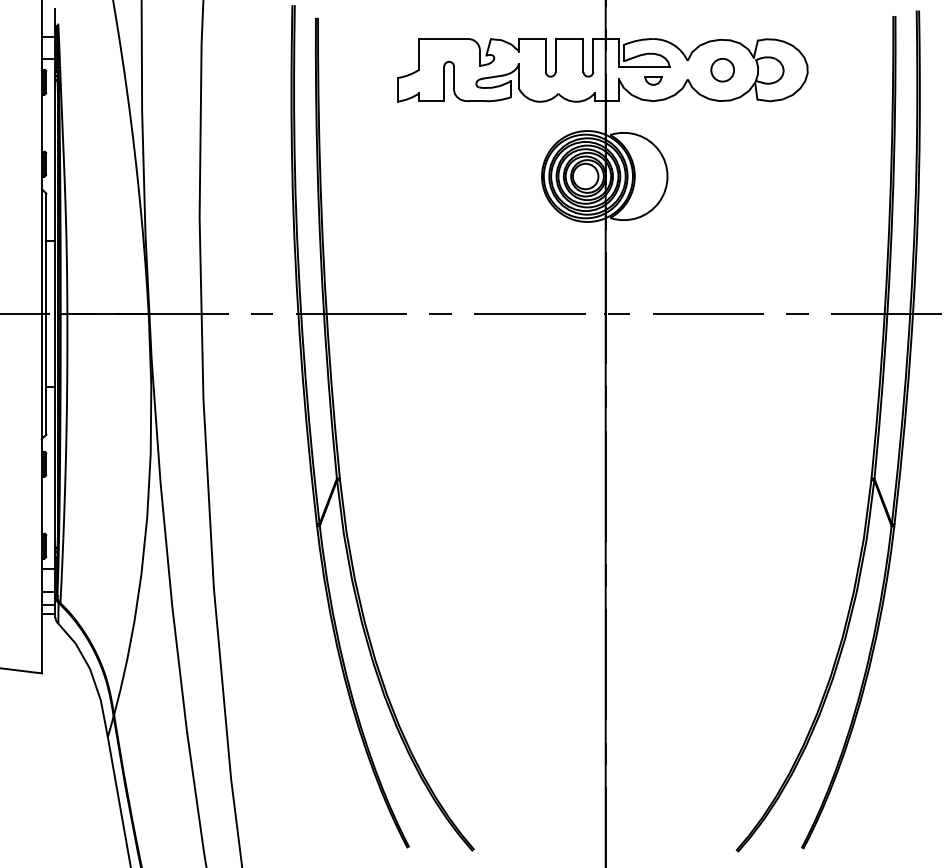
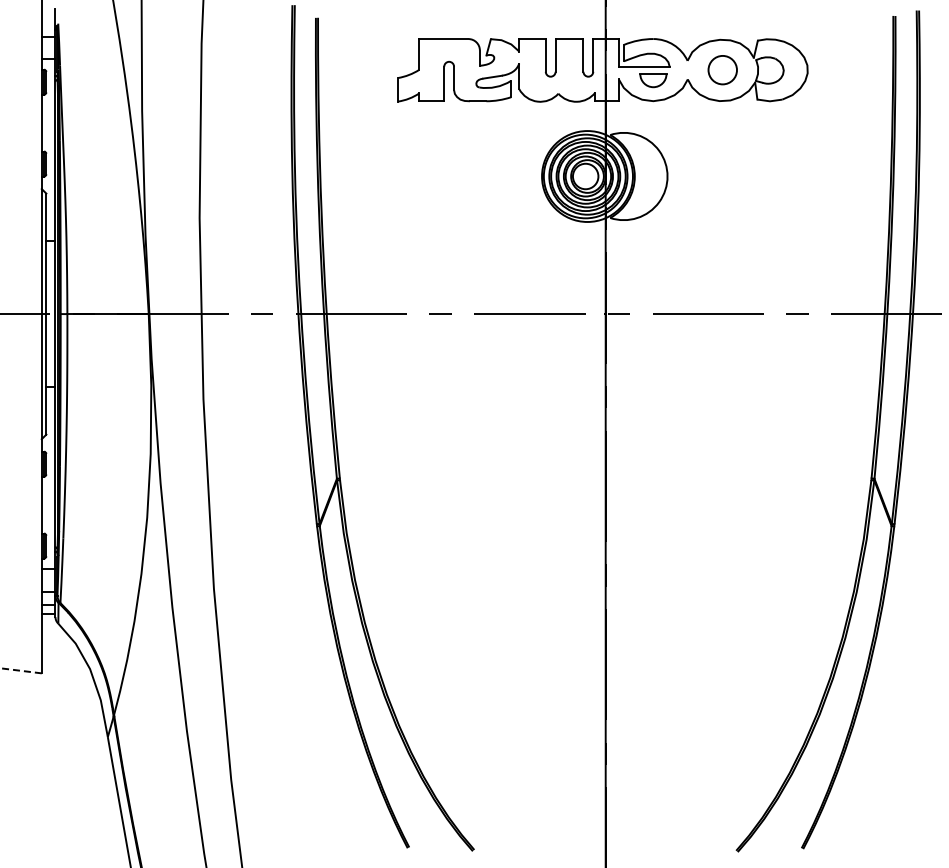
circle at (722, 70) size: 25x25 px -> 31x31 px
part at (653, 80) size: 19x10 px -> 29x16 px
line at (21, 670): solid -> dashed
